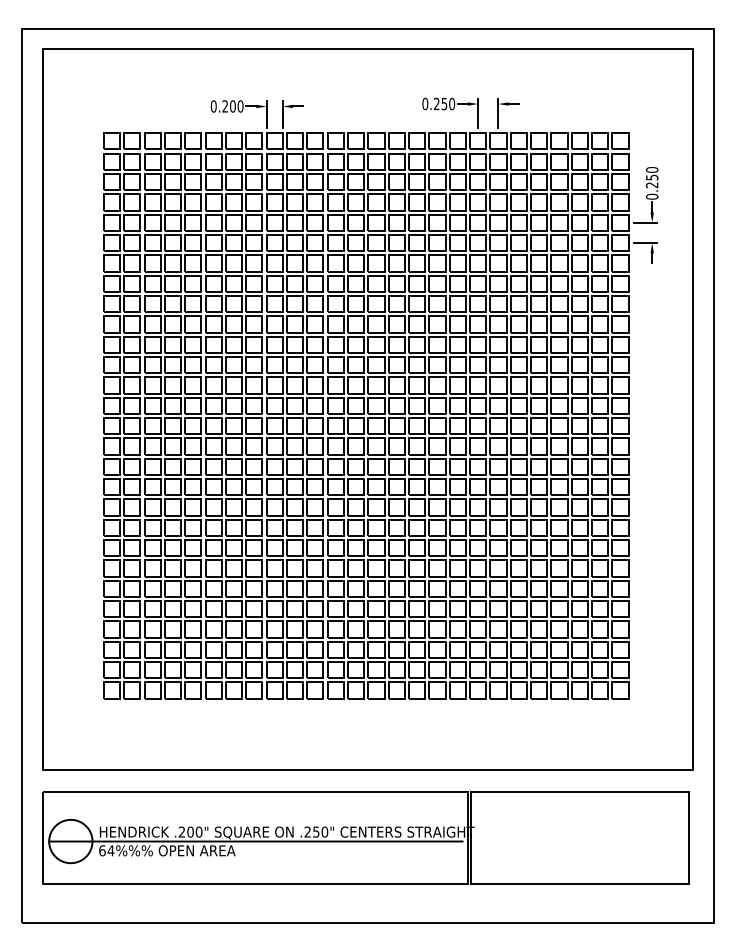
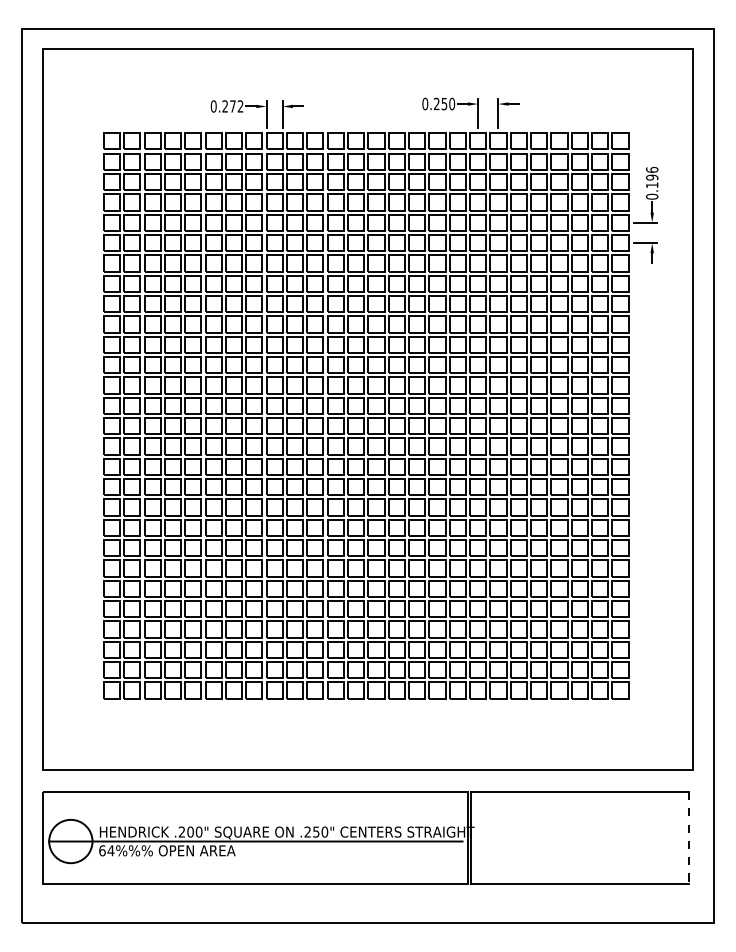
text at (236, 106): 0.200 -> 0.272
text at (652, 177): 0.250 -> 0.196
line at (689, 838): solid -> dashed
